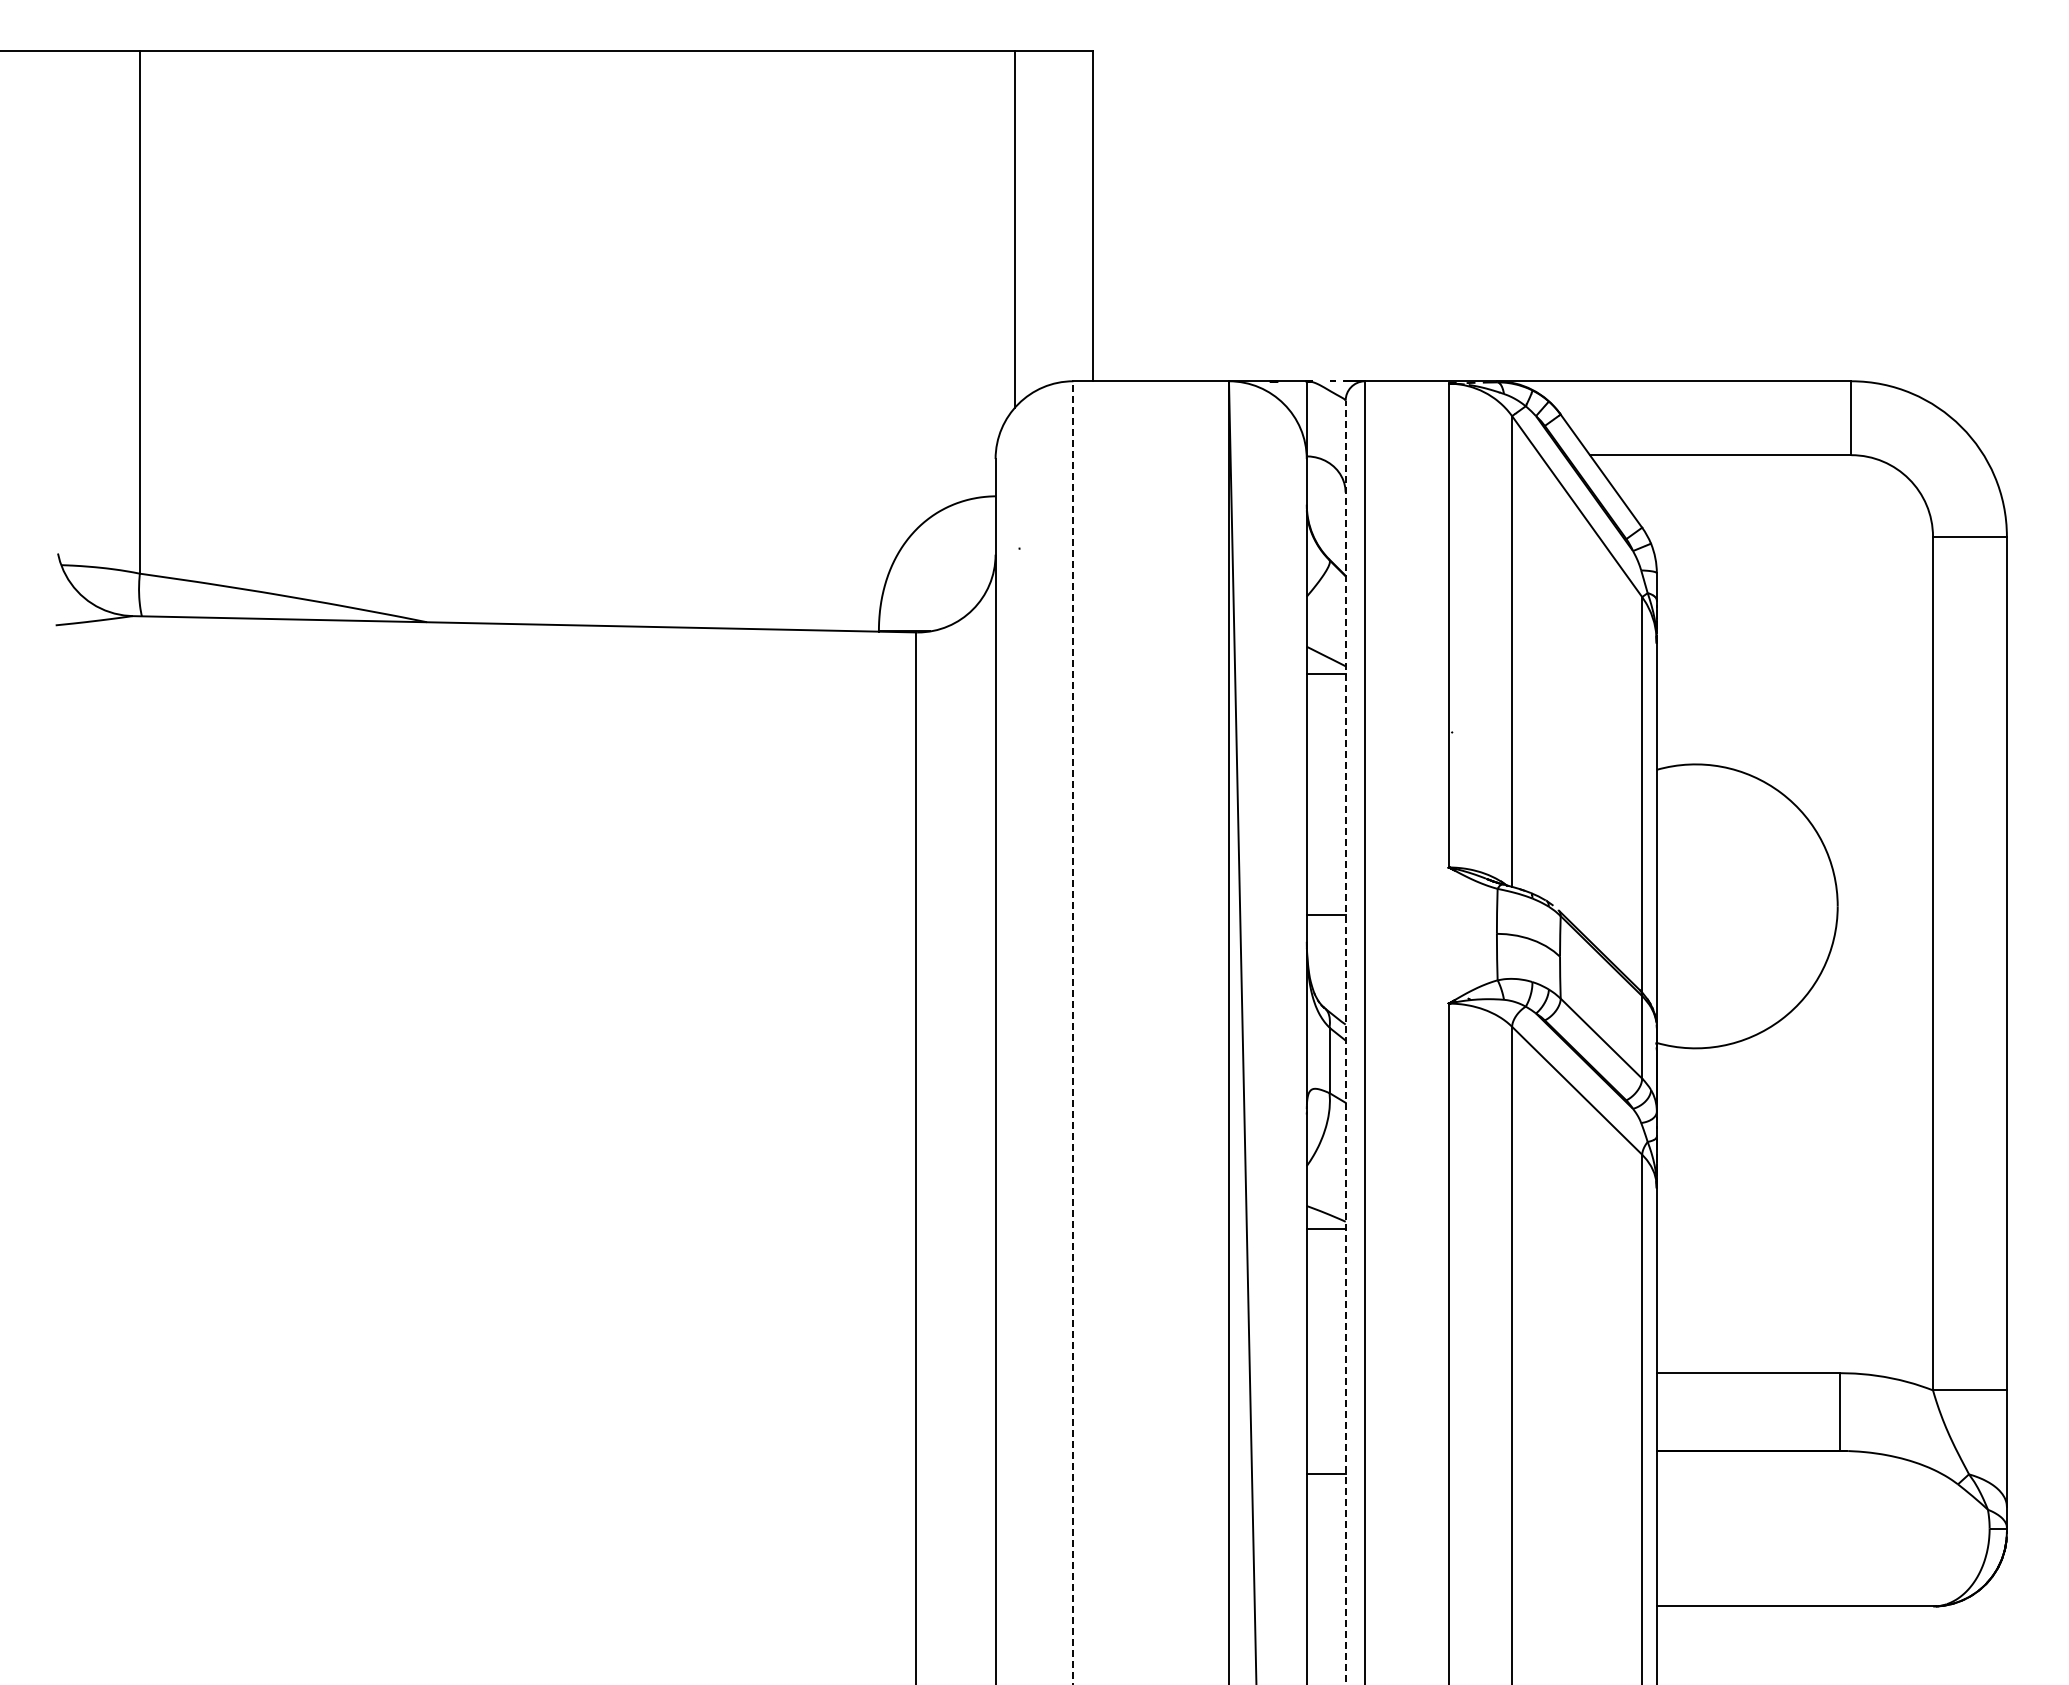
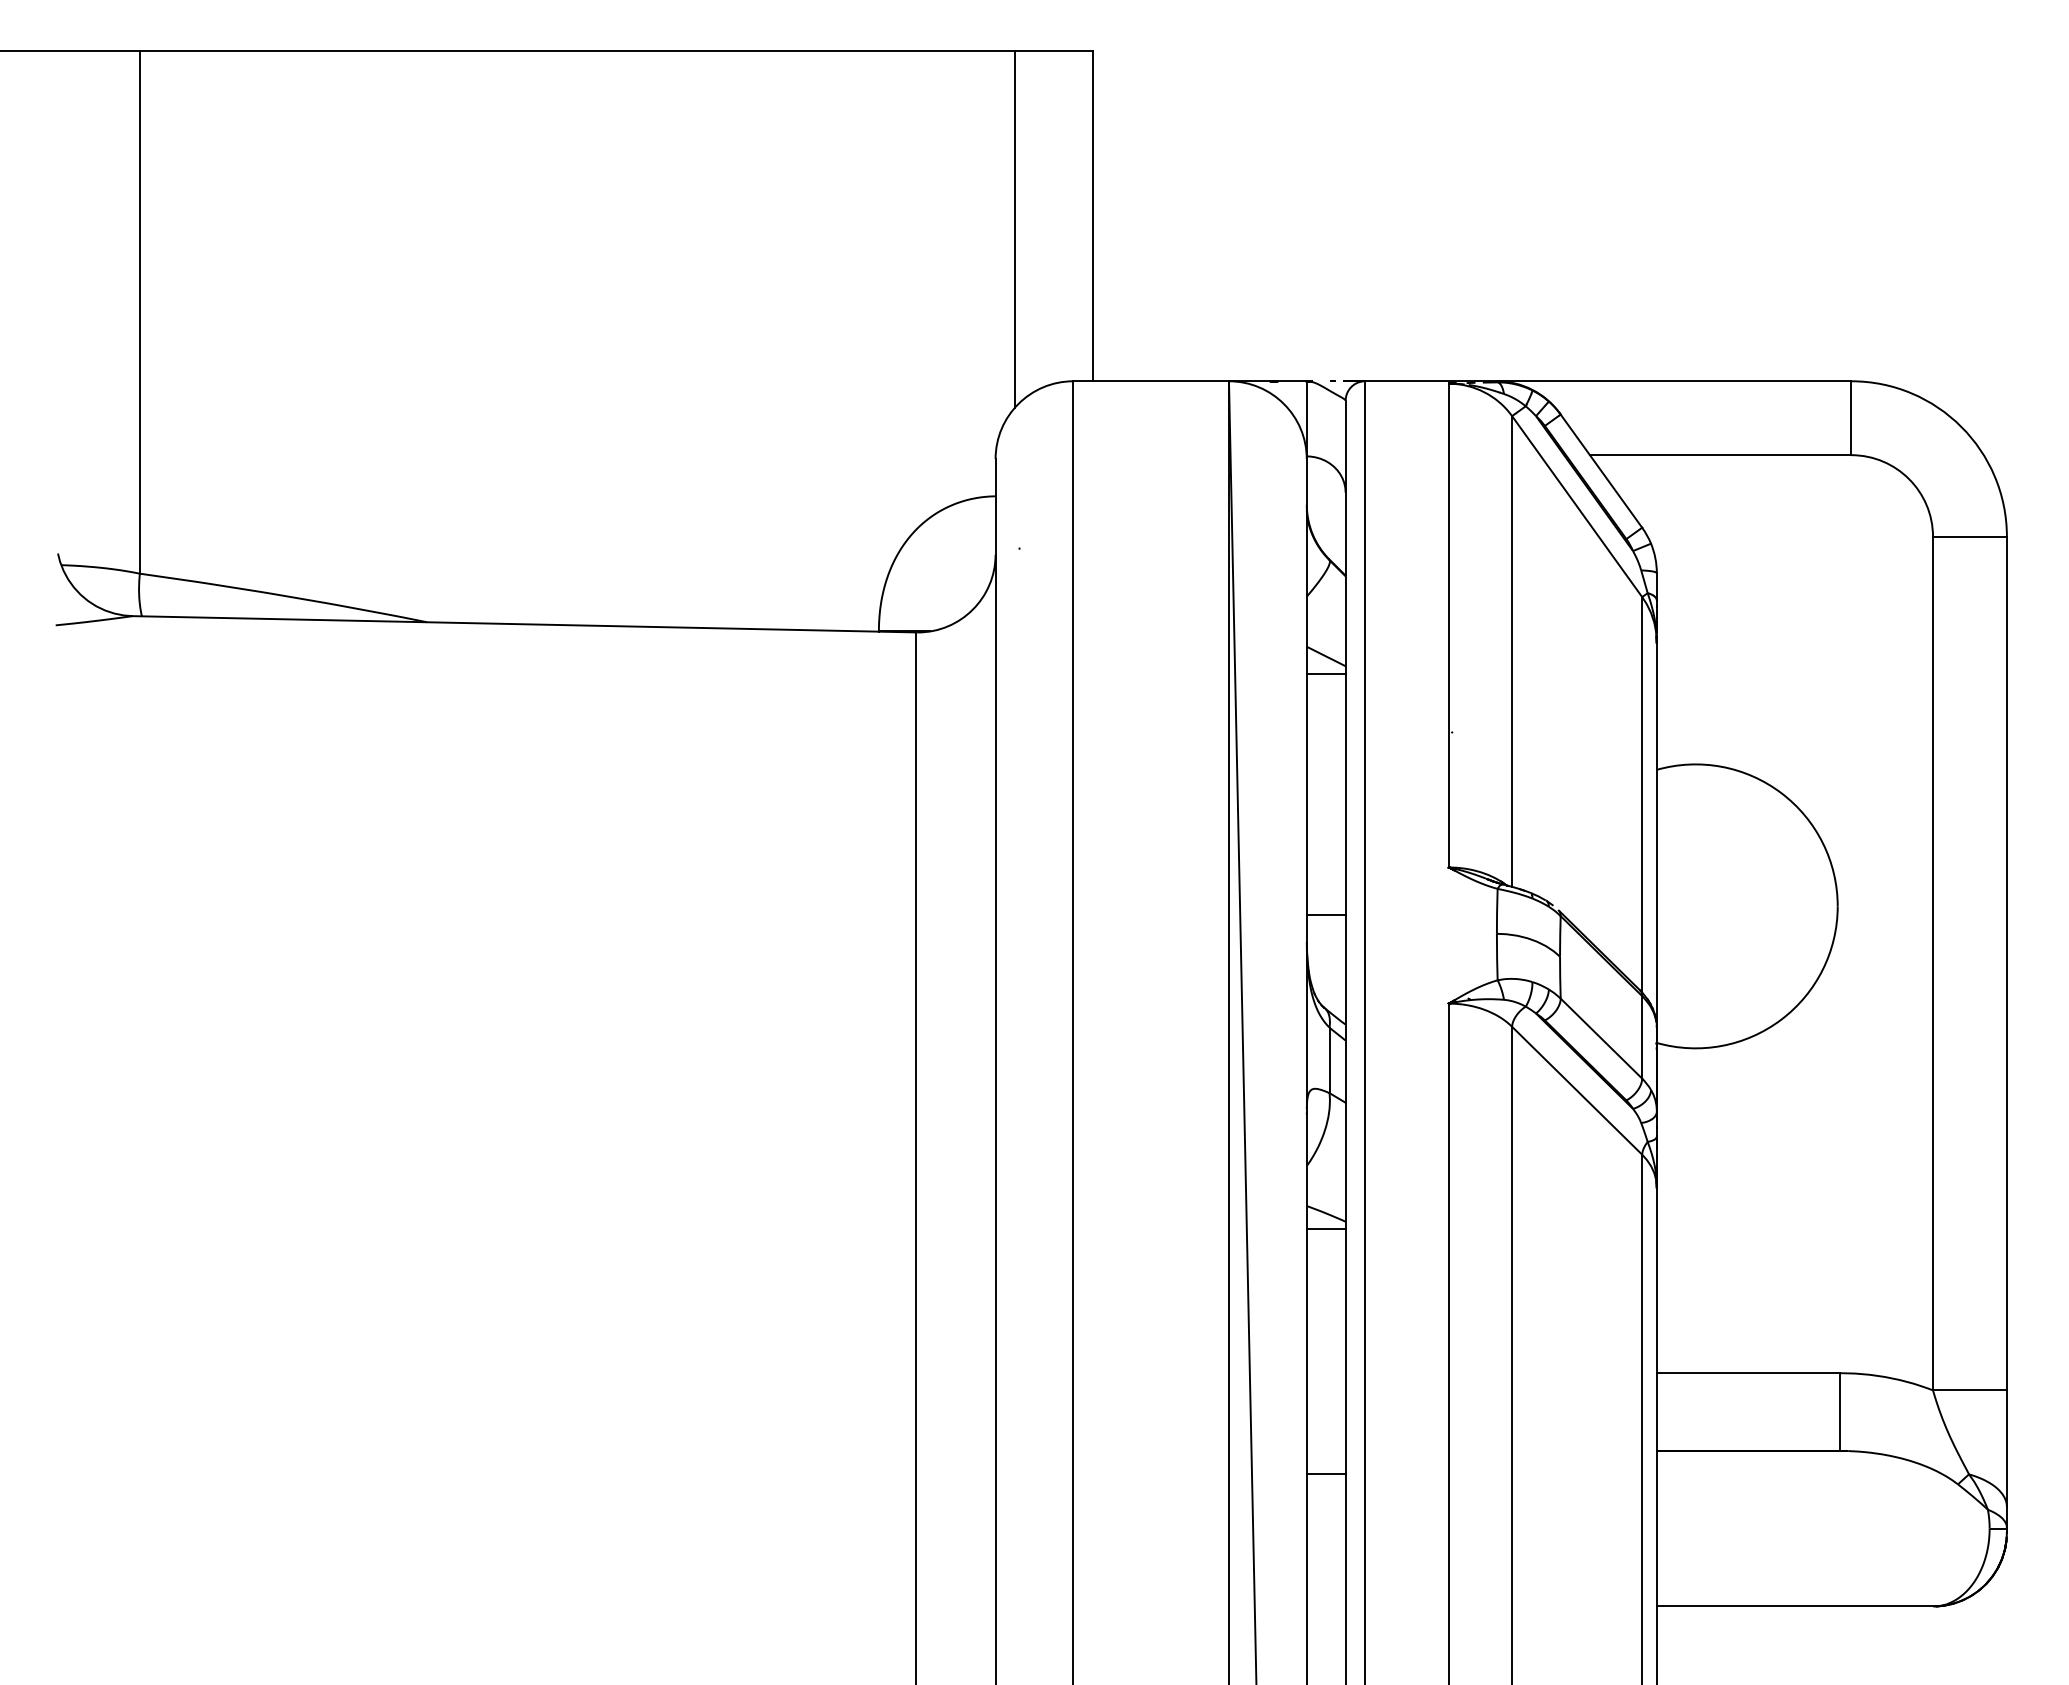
line at (1073, 1033): dashed -> solid
line at (1345, 1042): dashed -> solid
